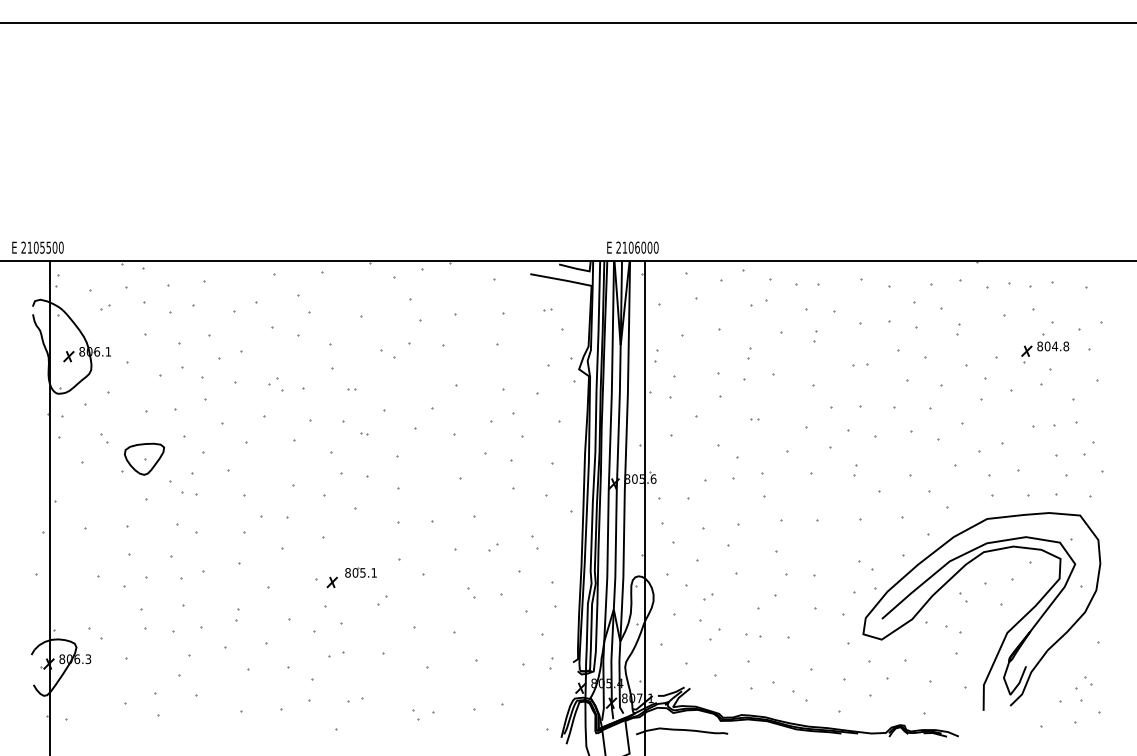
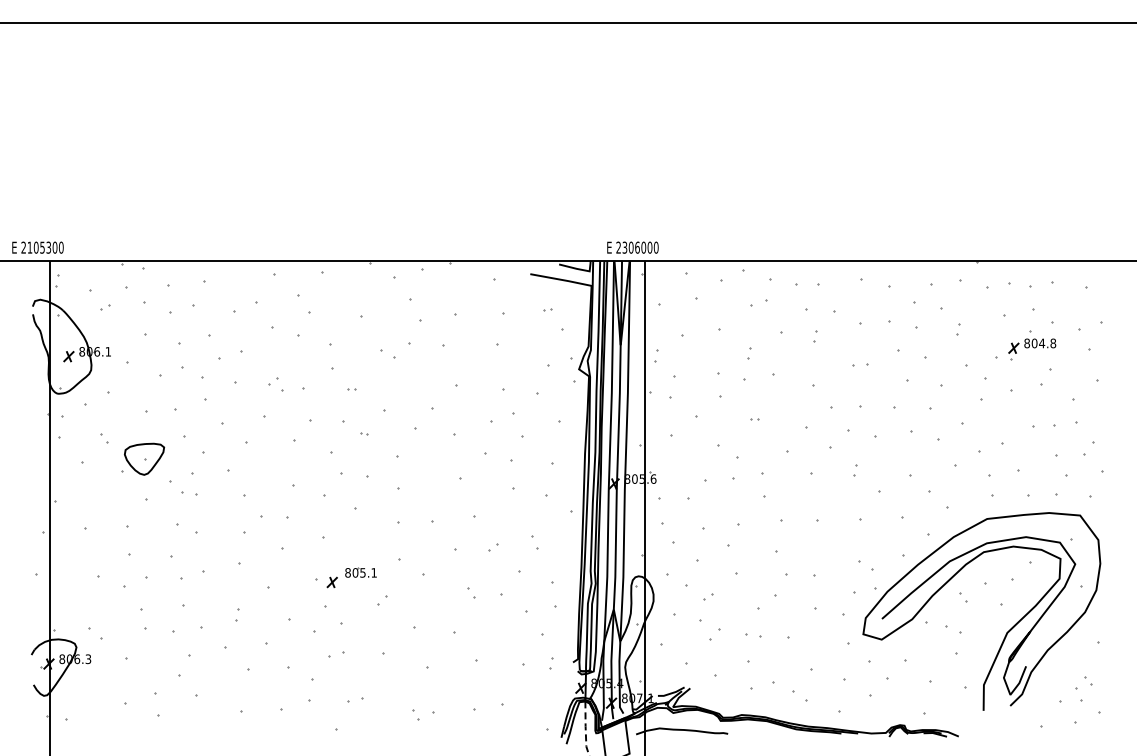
text at (48, 246): 2105500 -> 2105300
text at (624, 247): 2106000 -> 2306000
part at (1045, 348) position: (1045, 348) -> (1032, 345)
line at (585, 729): solid -> dashed
